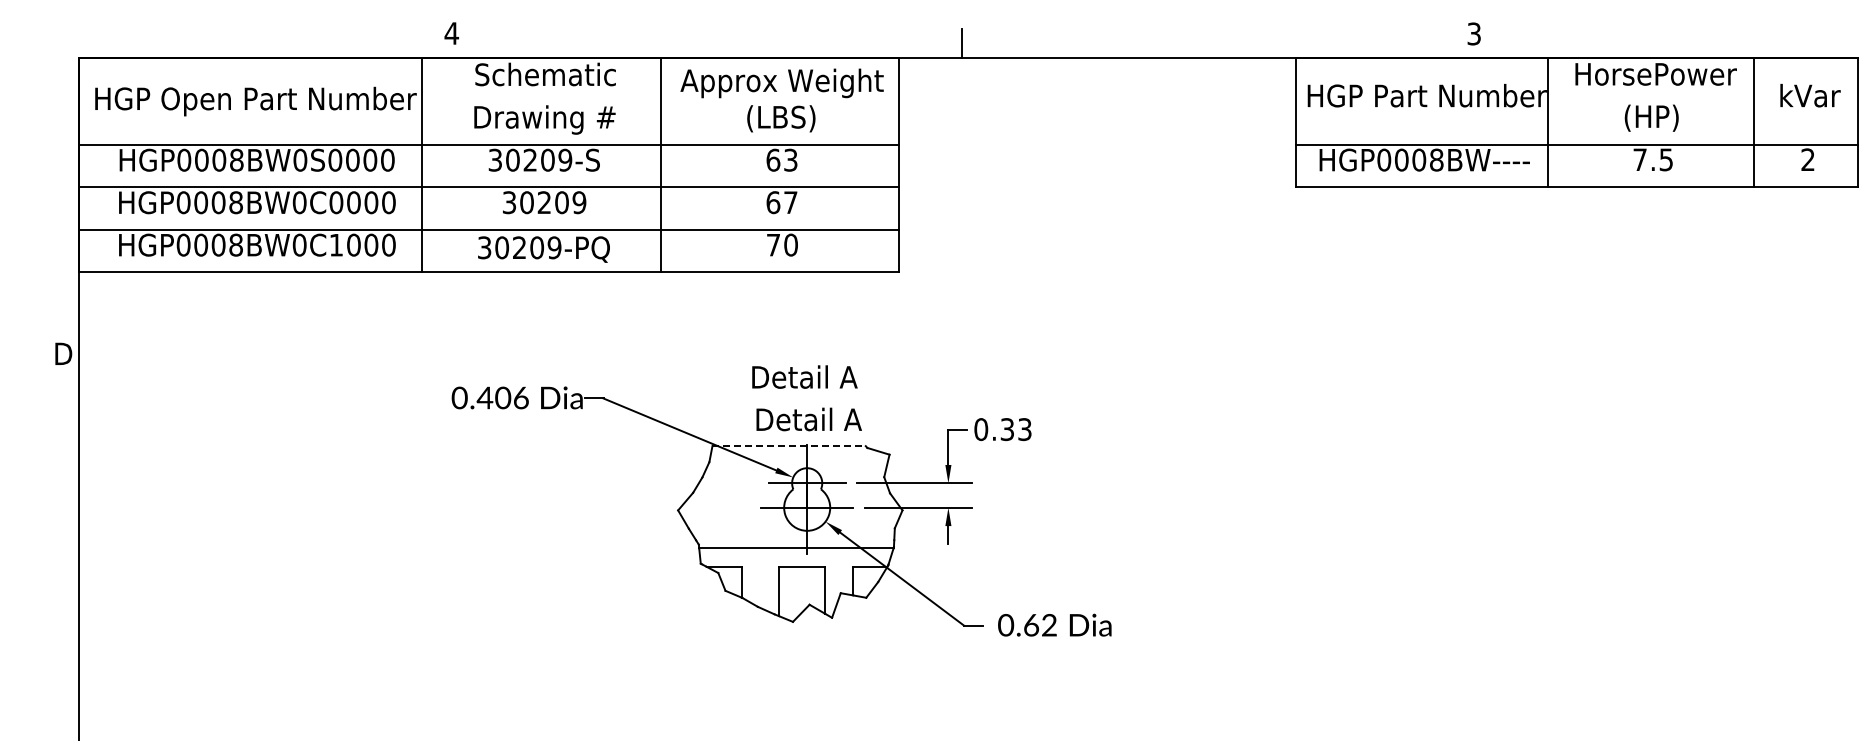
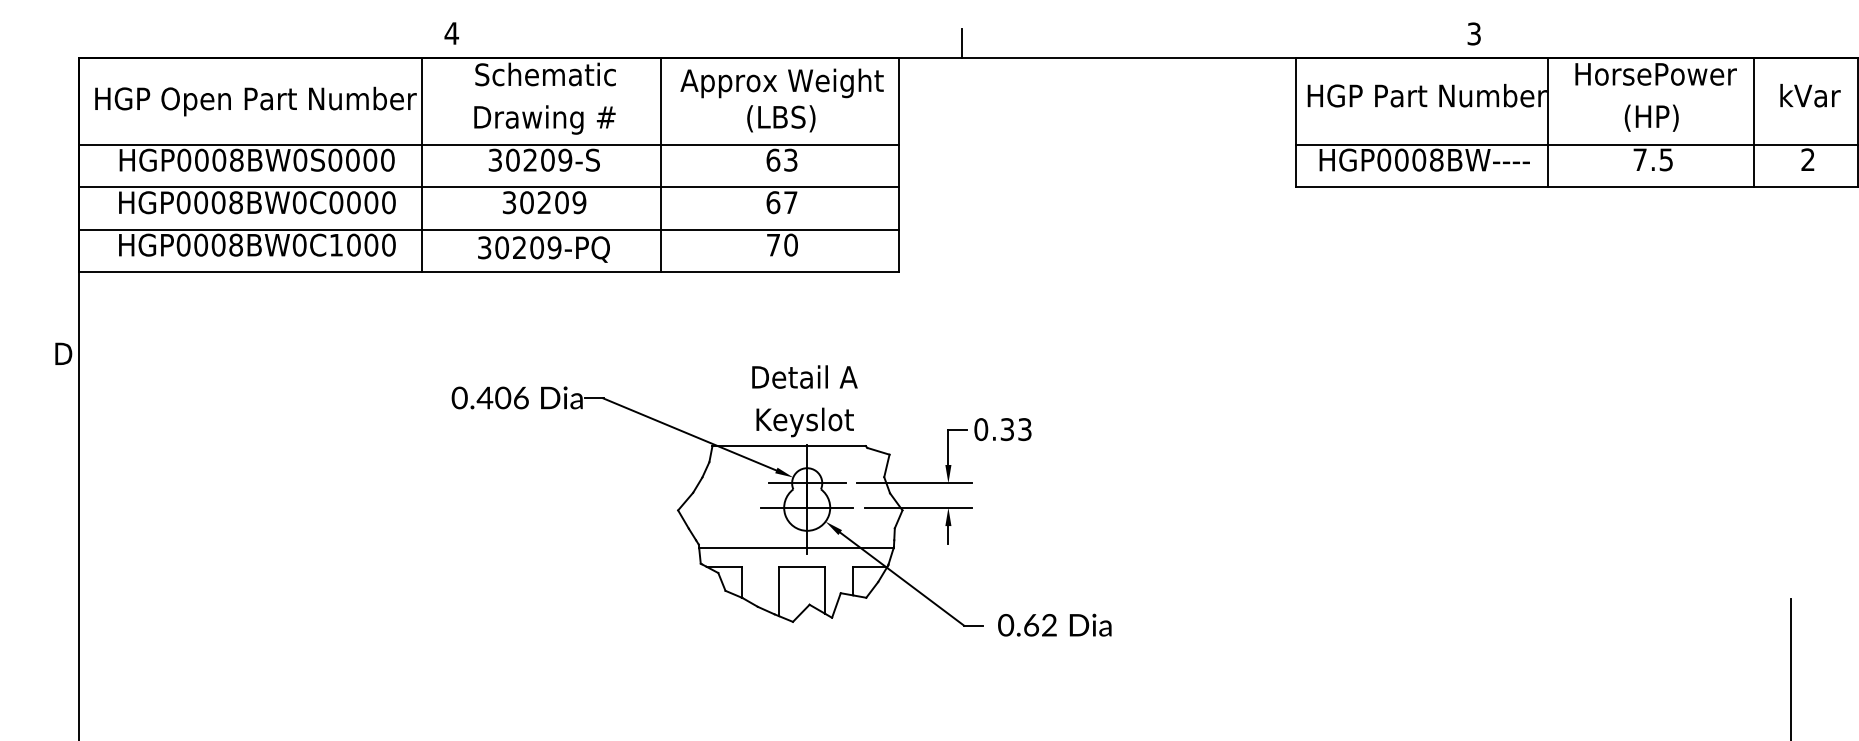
text at (810, 422): Detail A -> Keyslot
line at (789, 446): dashed -> solid
line at (1790, 668): none -> present
